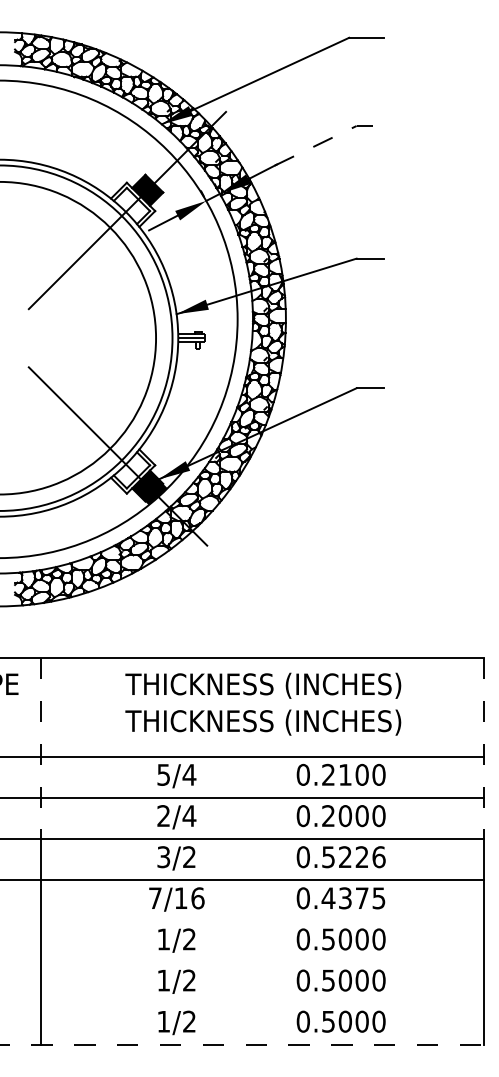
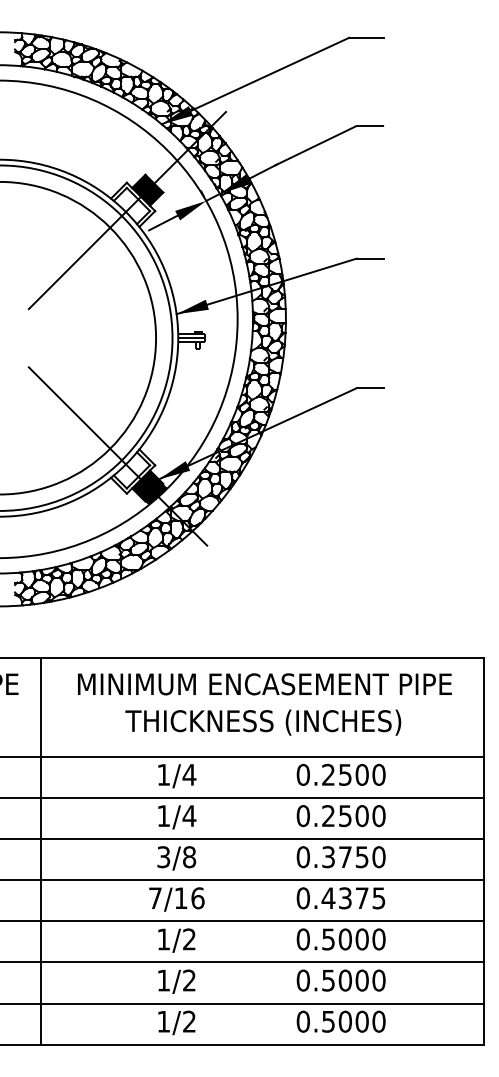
line at (328, 139): dashed -> solid
text at (264, 685): THICKNESS (INCHES) -> MINIMUM ENCASEMENT PIPE
line at (40, 749): dashed -> solid
line at (483, 749): dashed -> solid
text at (163, 774): 5/4 -> 1/4
text at (345, 774): 0.2100 -> 0.2500
text at (163, 815): 2/4 -> 1/4
text at (344, 816): 0.2000 -> 0.2500
text at (189, 857): 3/2 -> 3/8
text at (353, 857): 0.5226 -> 0.3750
line at (242, 921): none -> present
line at (242, 962): none -> present
line at (242, 1003): none -> present
line at (242, 1044): dashed -> solid
